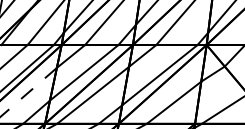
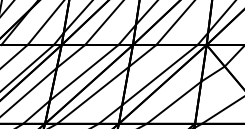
line at (28, 92): dashed -> solid
